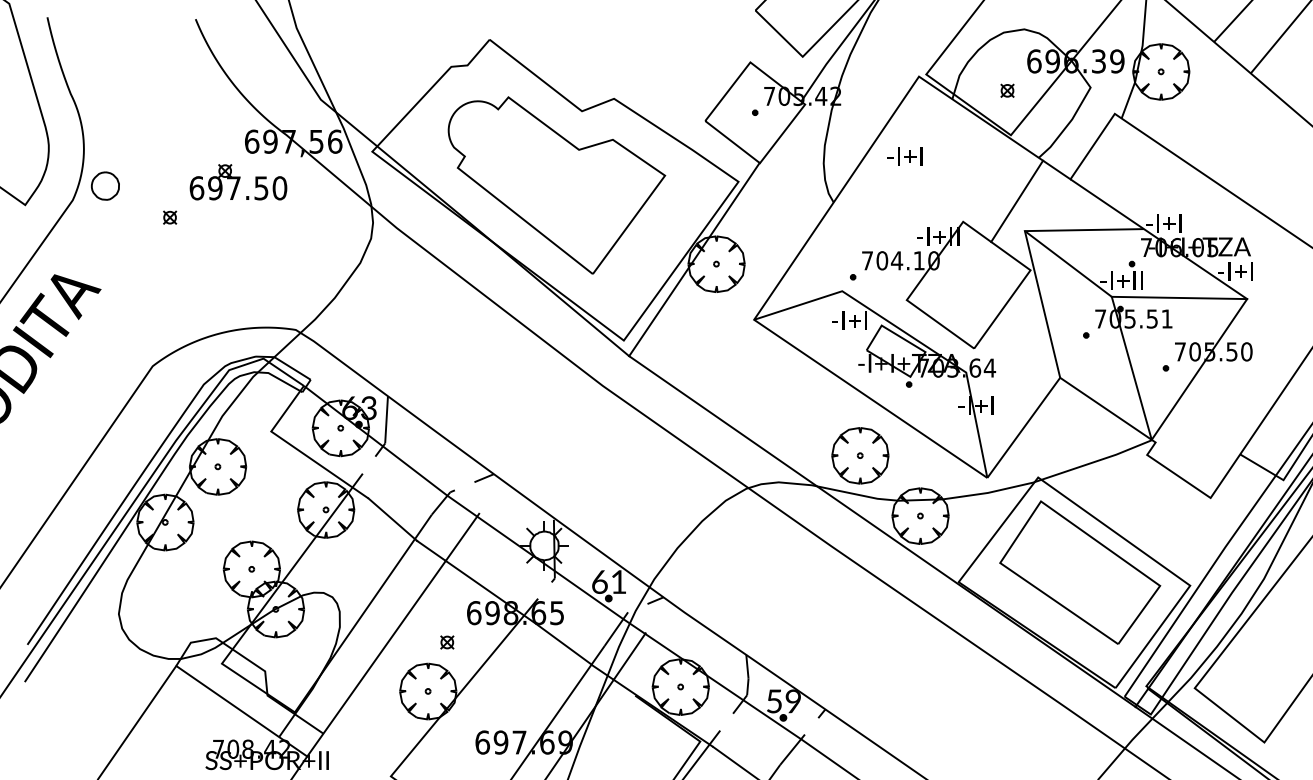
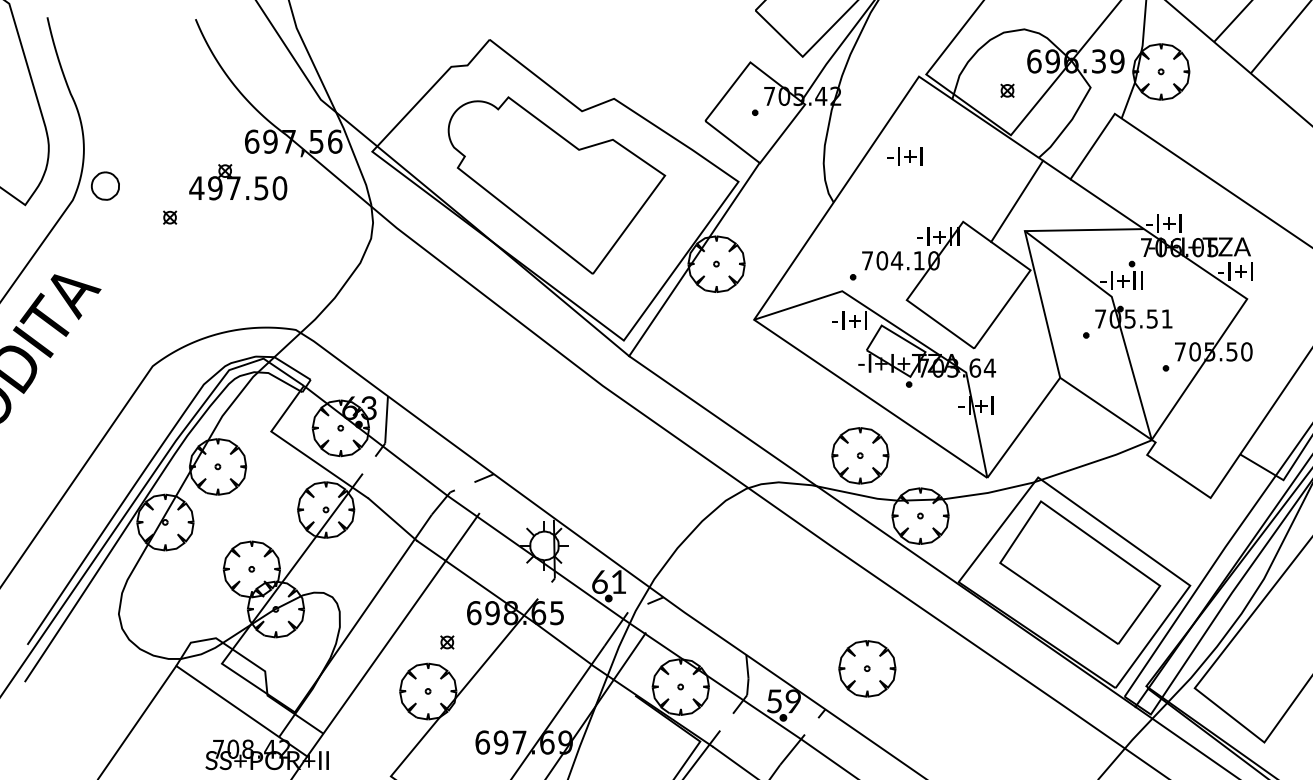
text at (196, 188): 697.50 -> 497.50
line at (1179, 297): present -> none
part at (867, 668): none -> present
